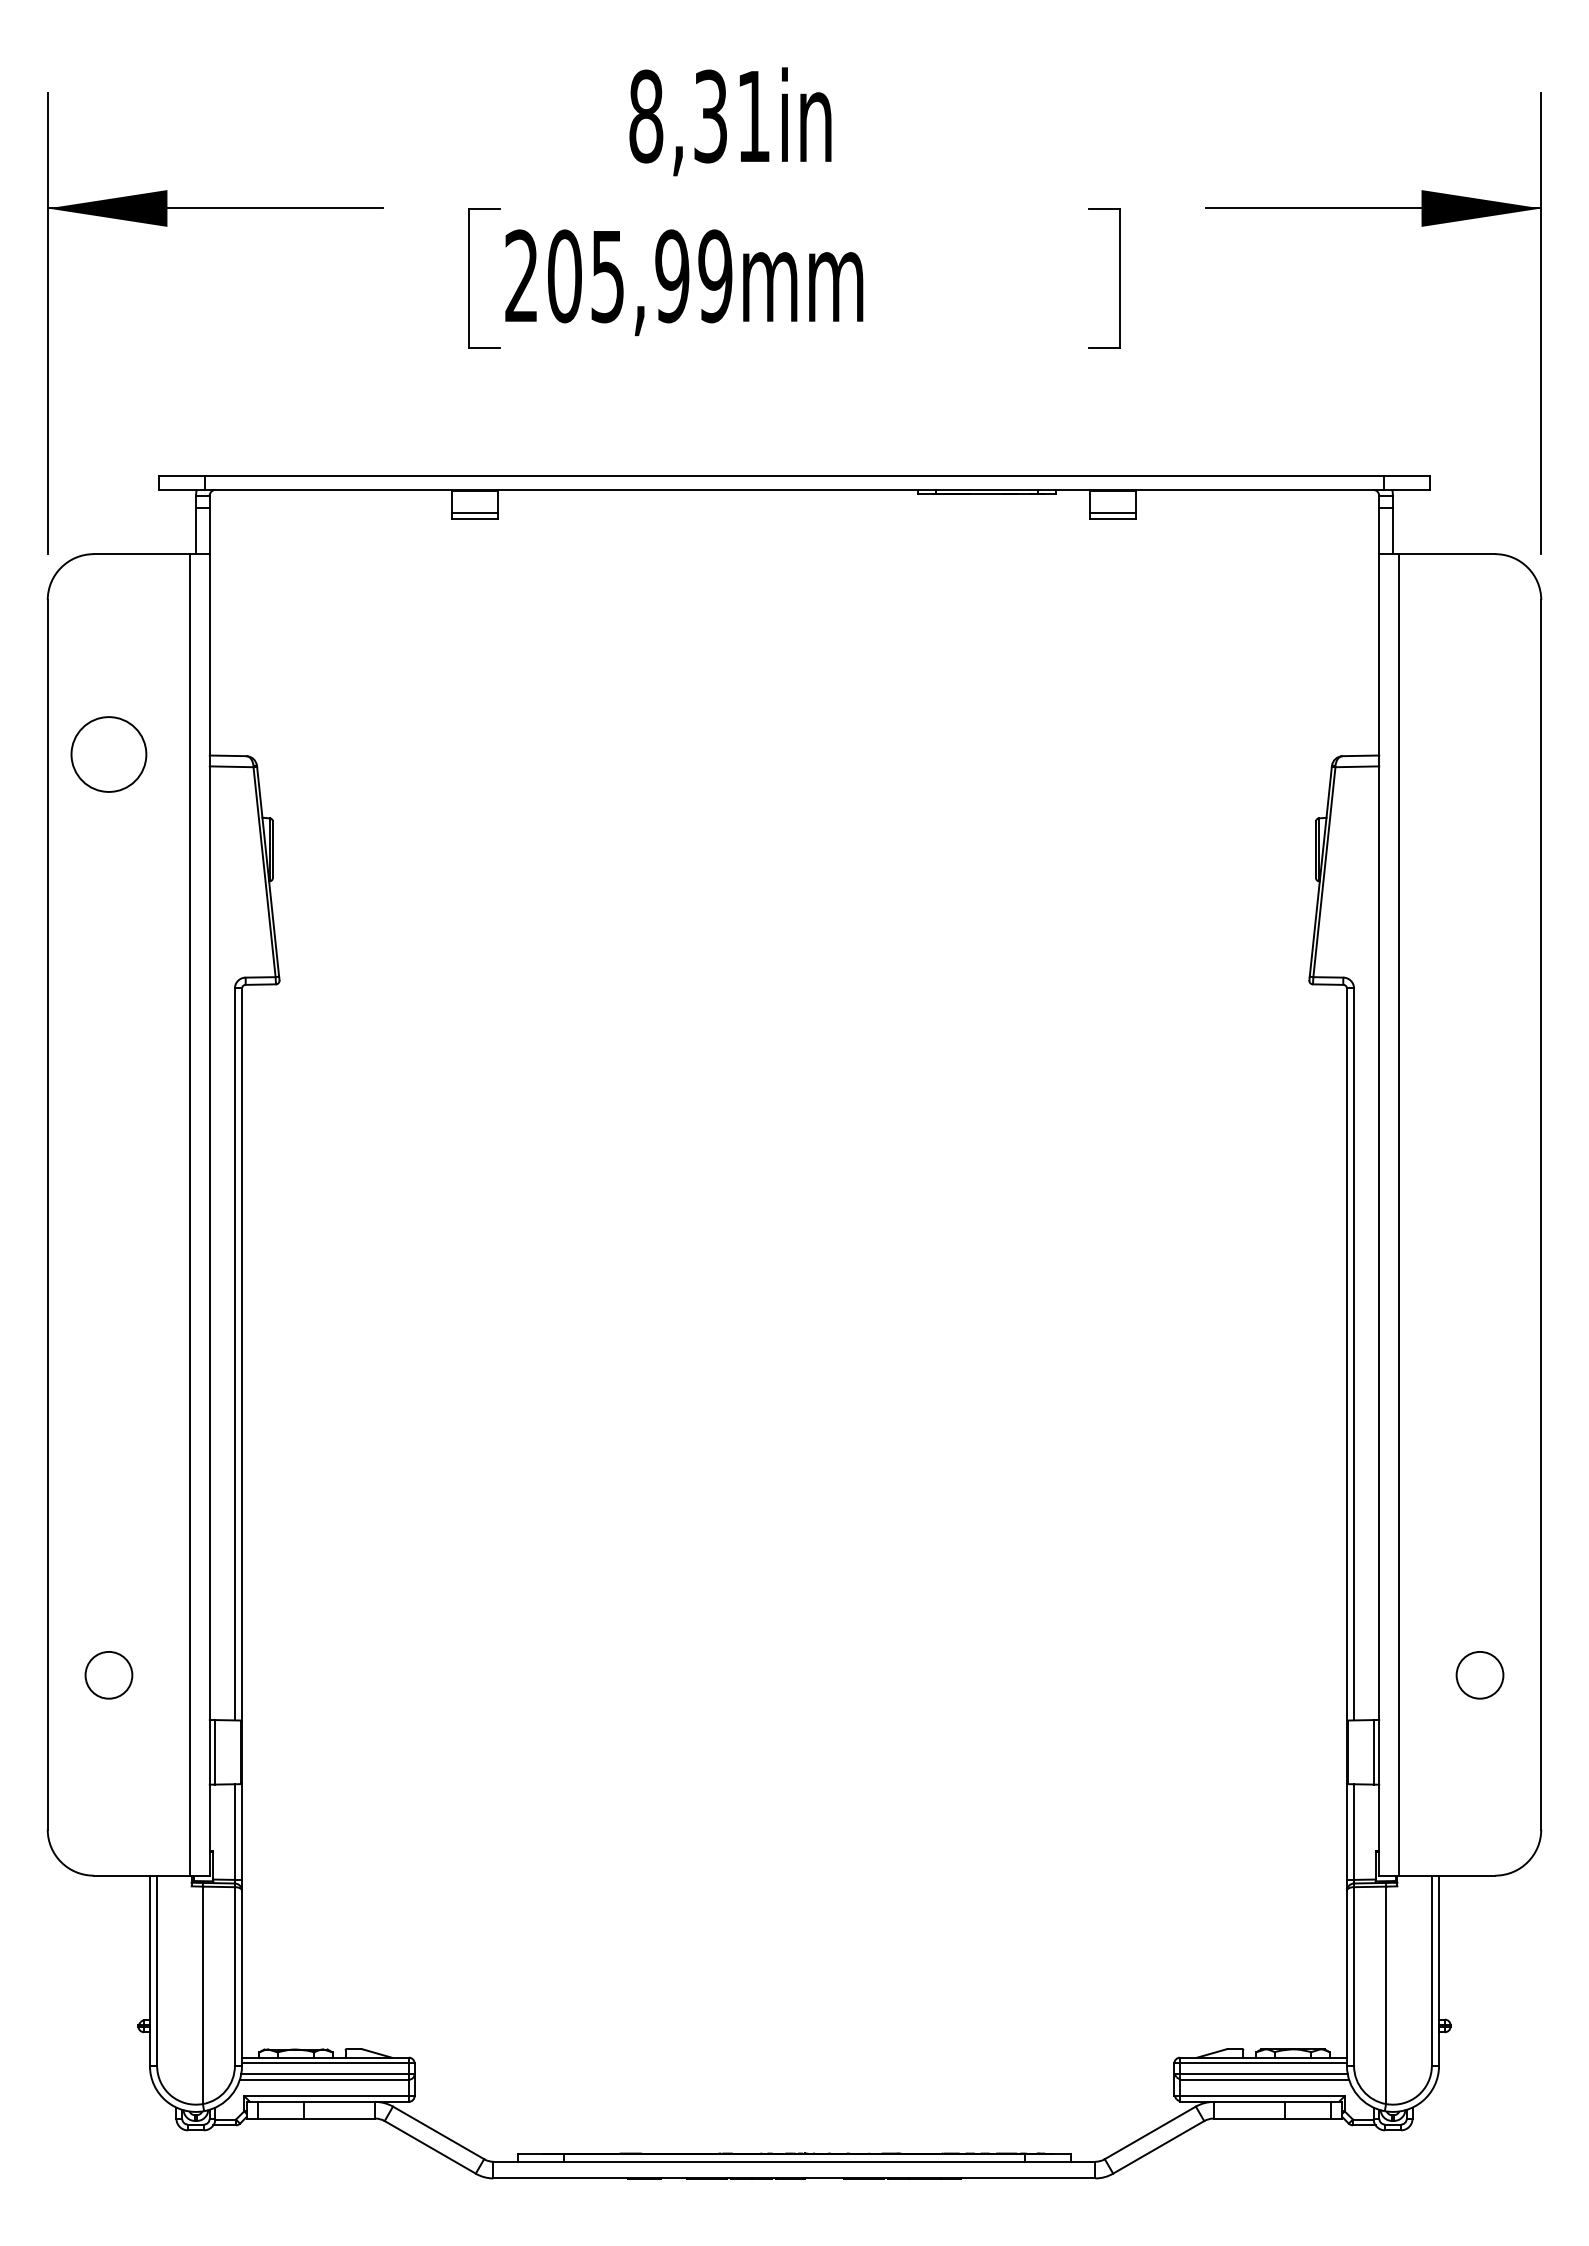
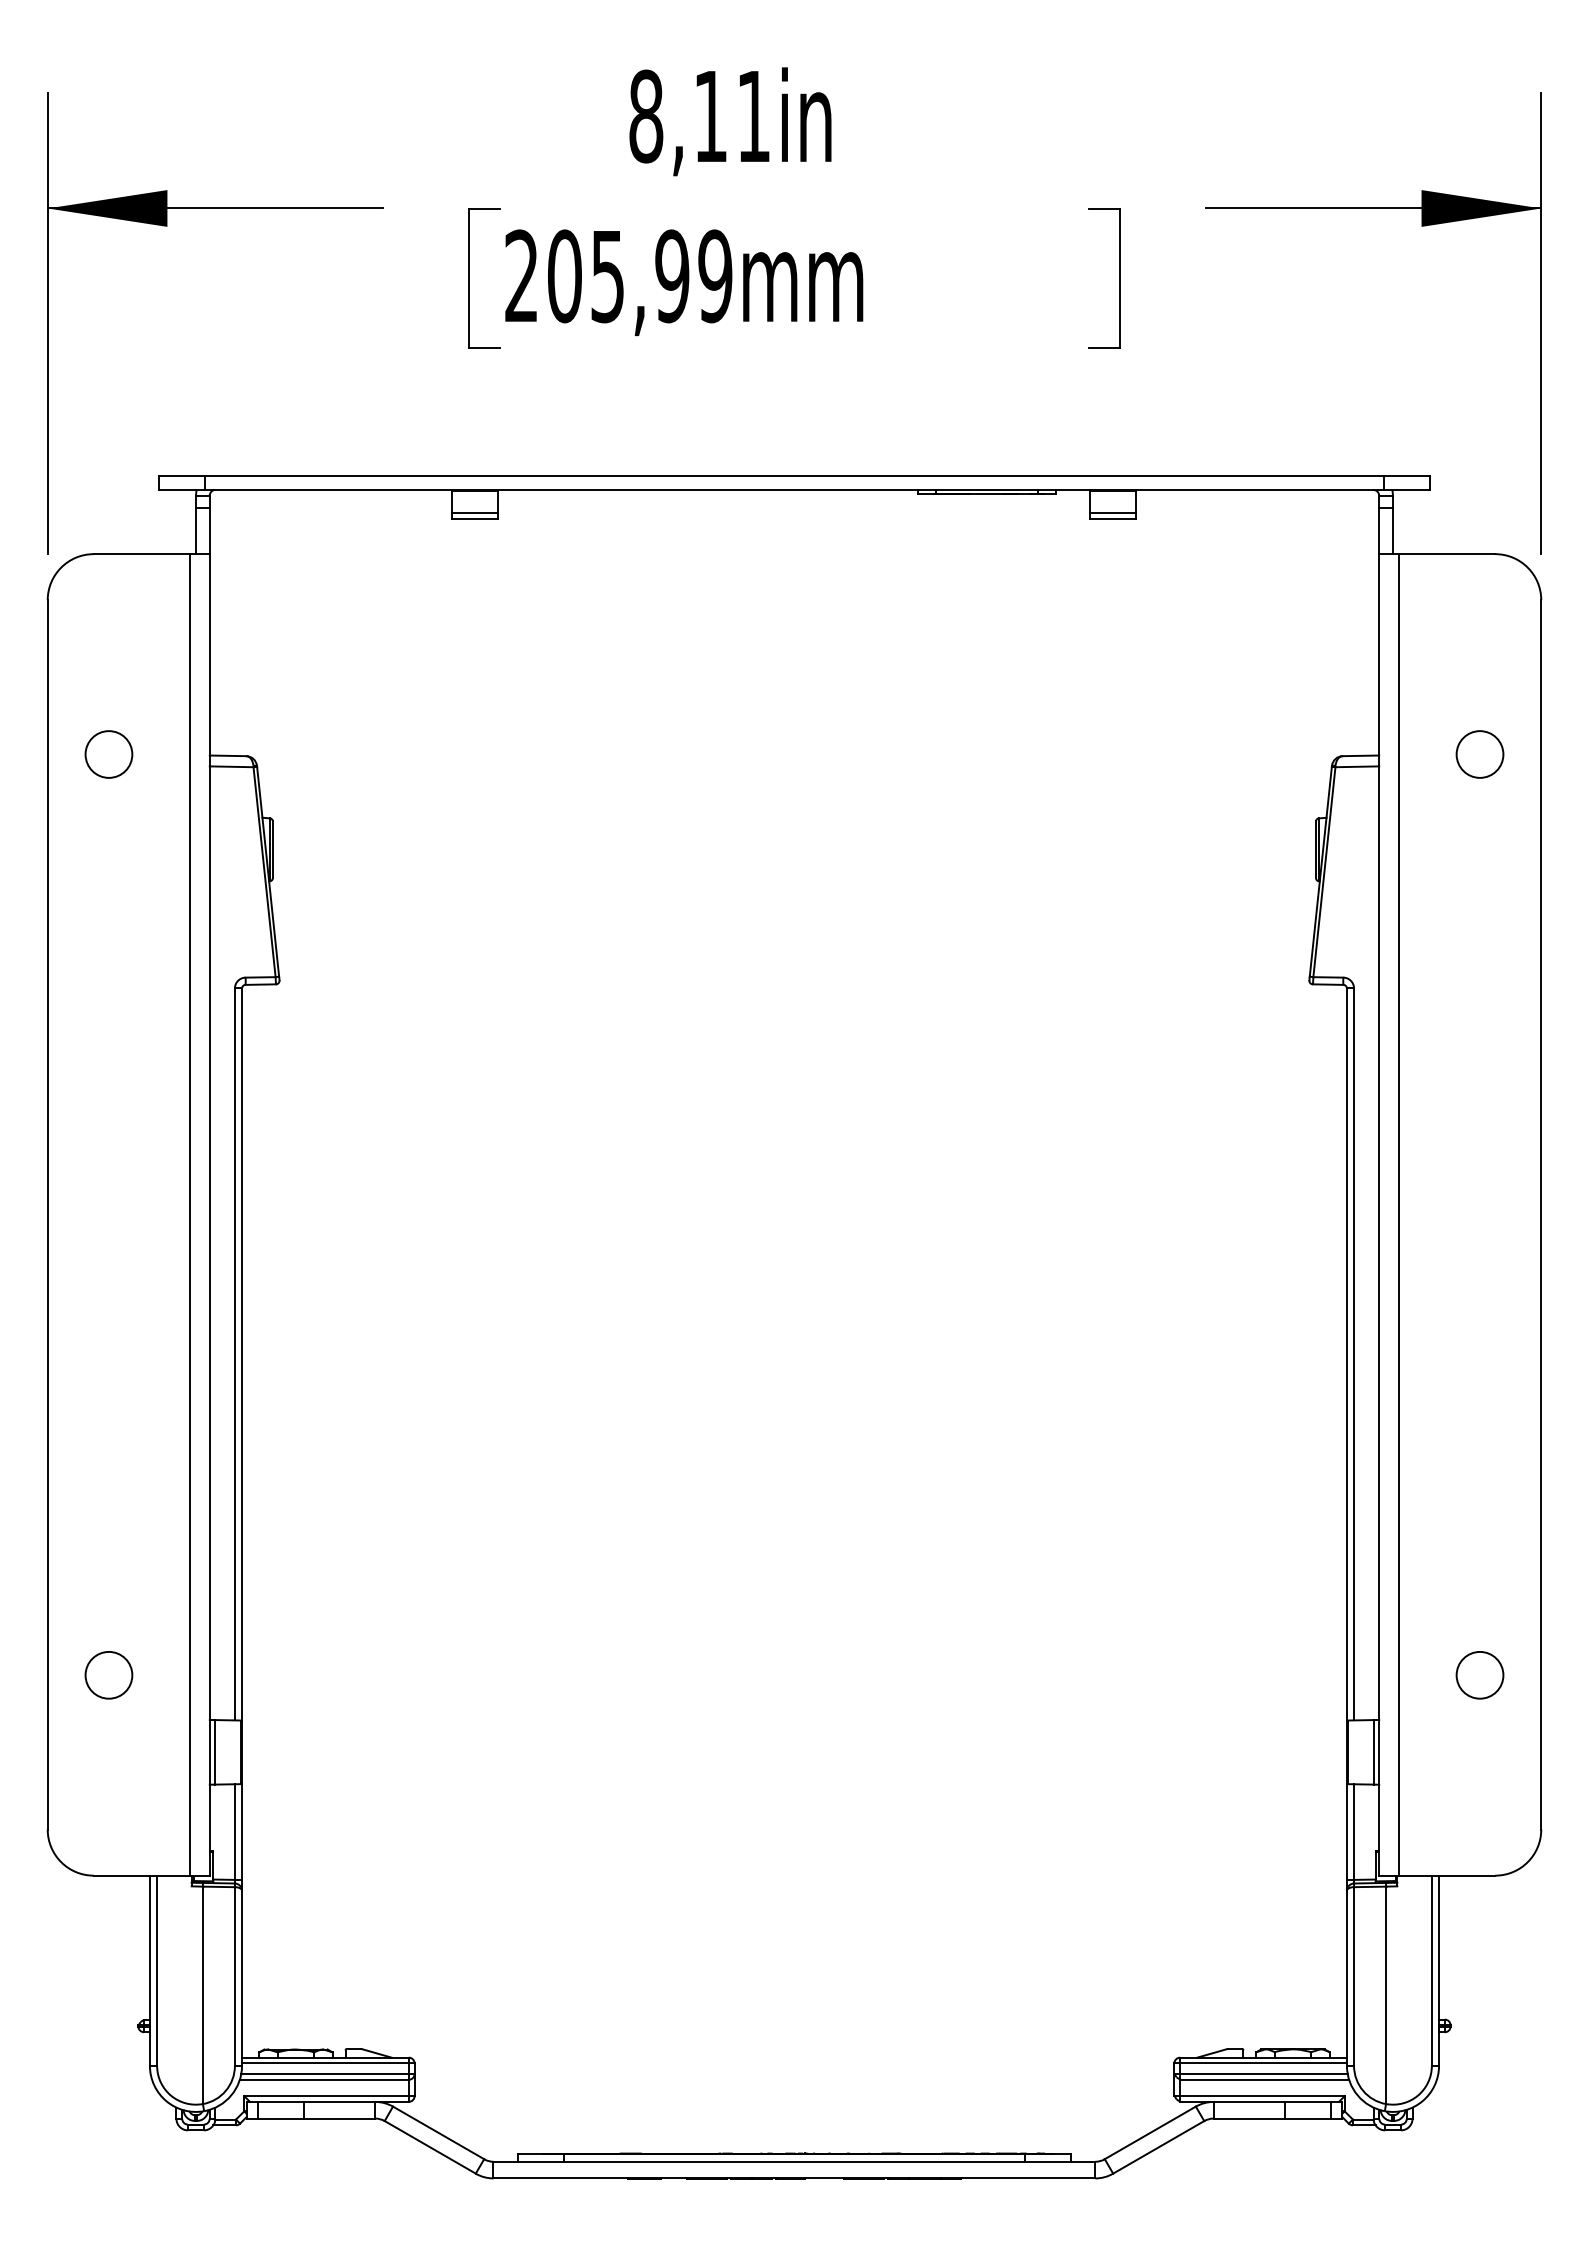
text at (710, 116): 8,31in -> 8,11in
circle at (108, 754) size: 78x77 px -> 50x49 px
circle at (1479, 754): none -> present
